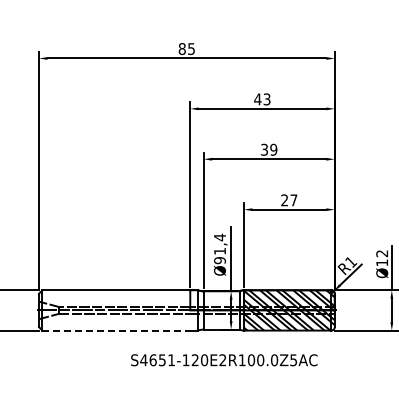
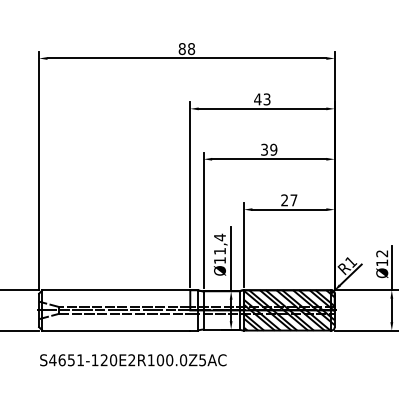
text at (191, 48): 85 -> 88
text at (219, 260): Ø91,4 -> Ø11,4
line at (116, 330): dashed -> solid
text at (224, 360) position: (224, 360) -> (133, 360)
